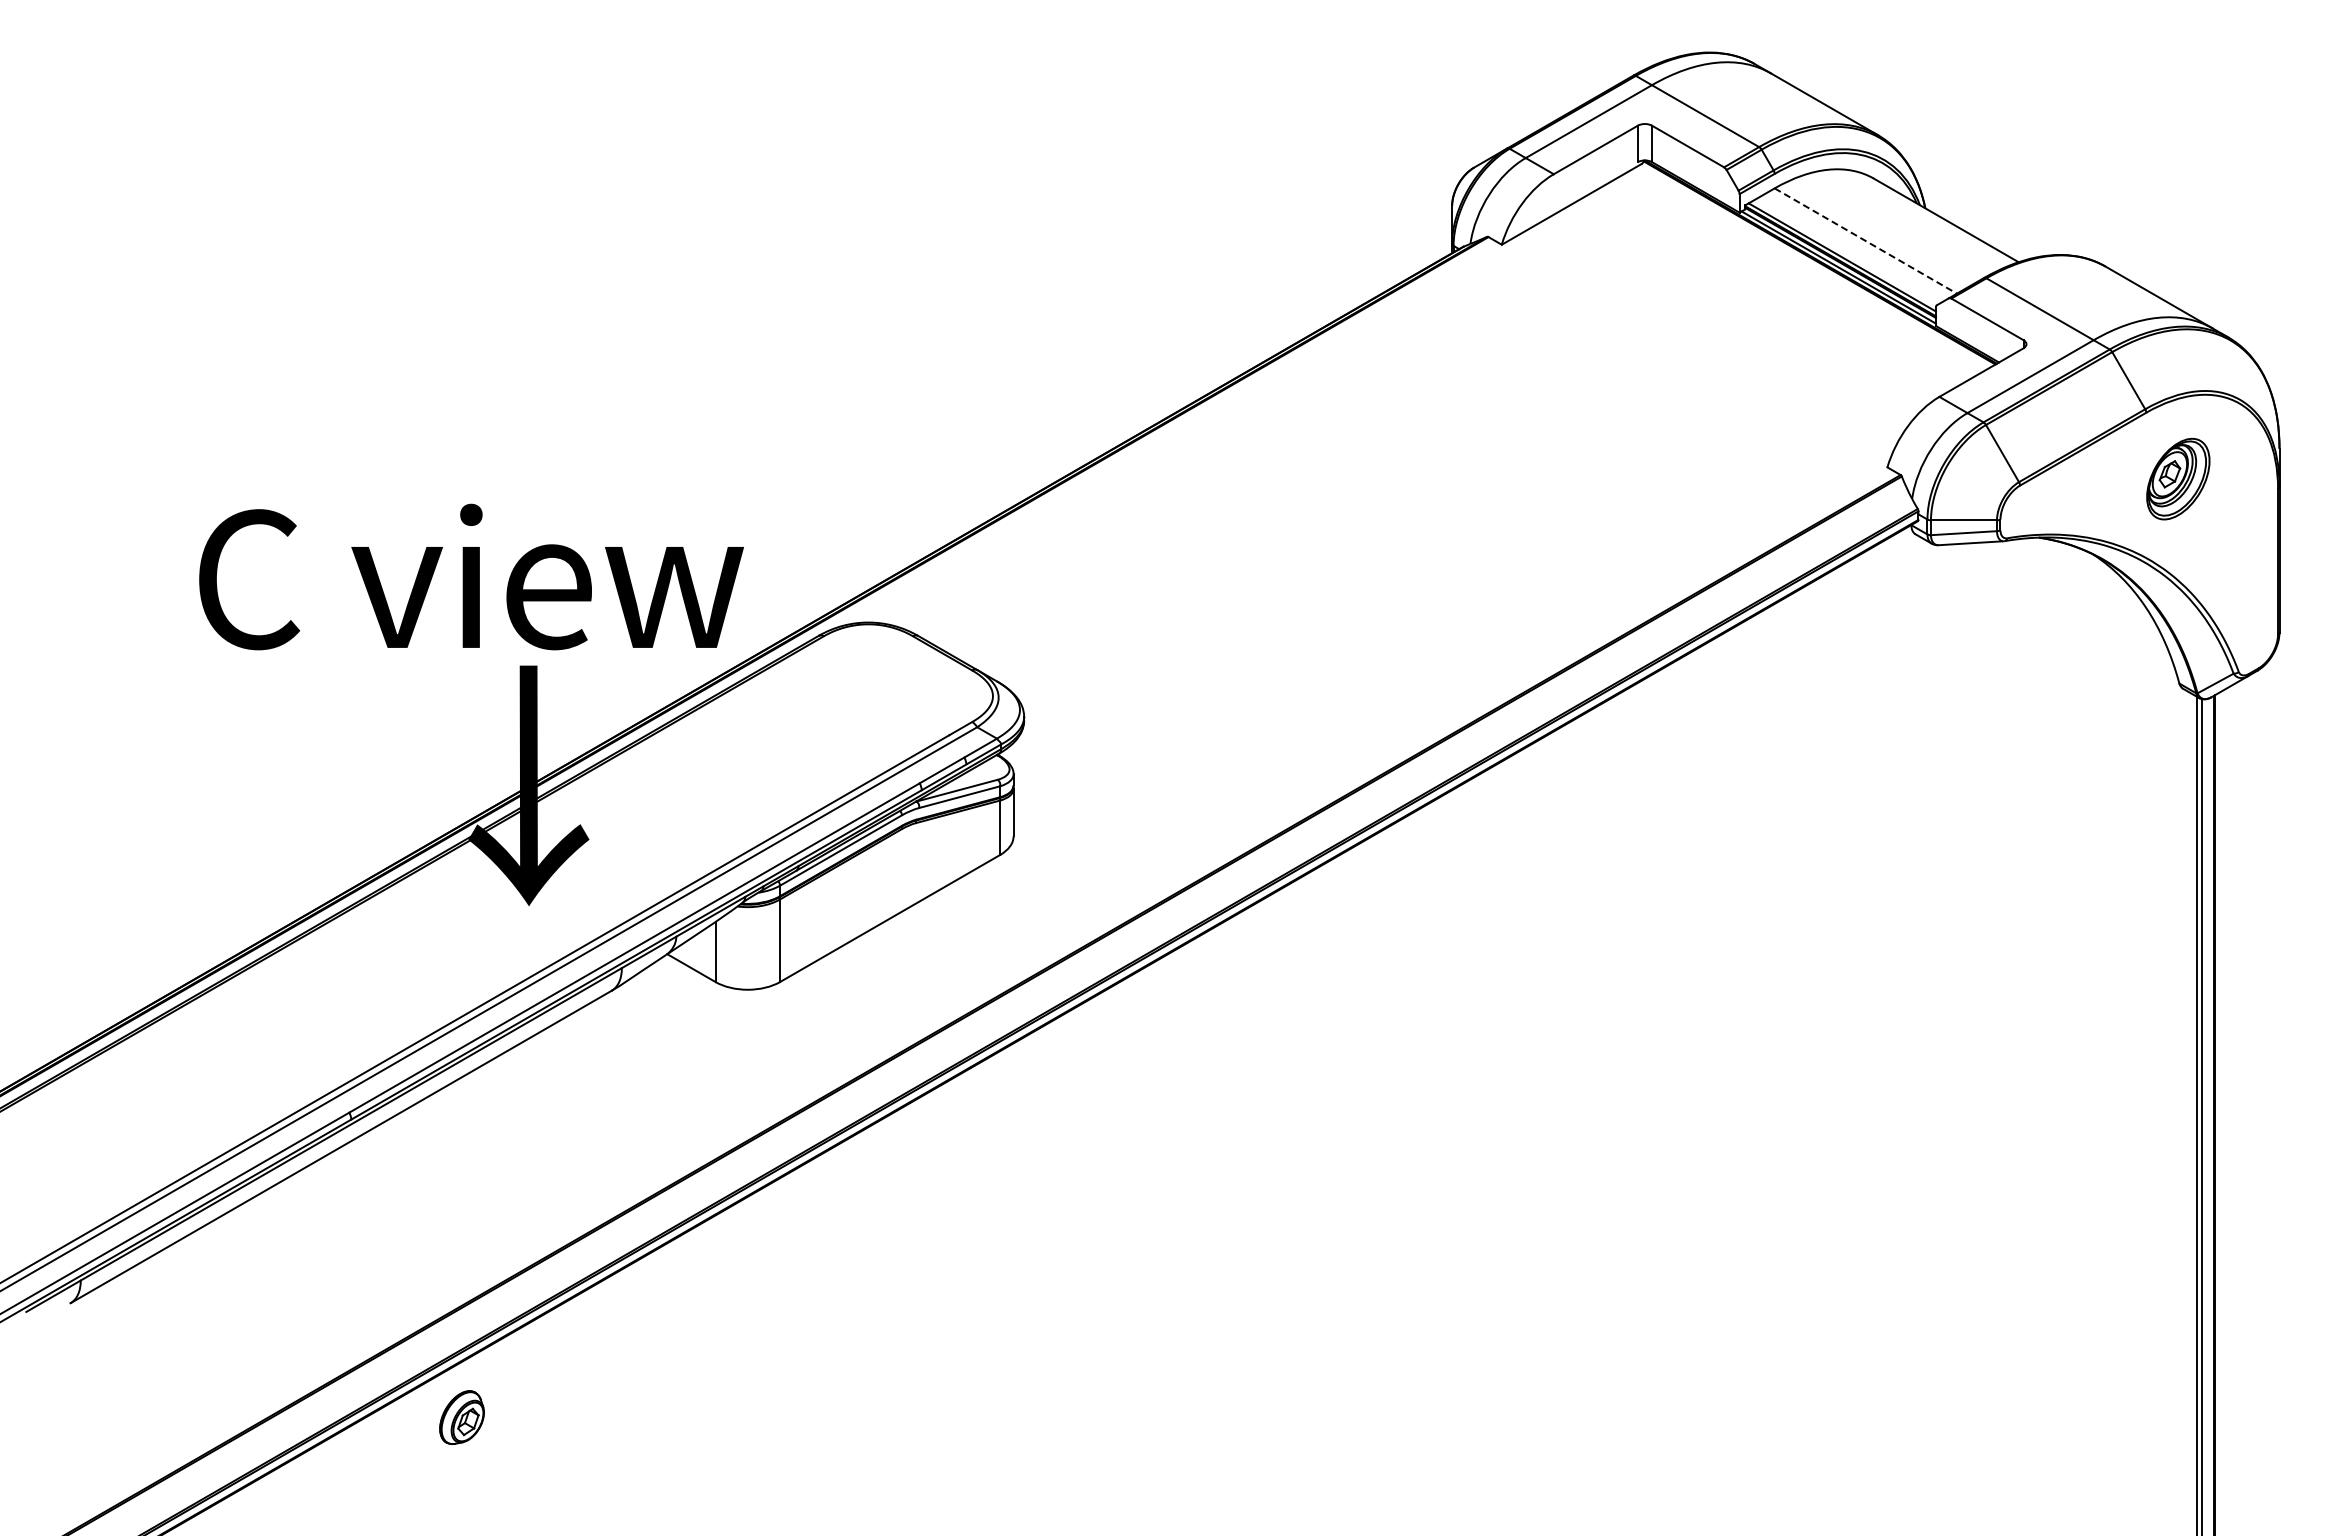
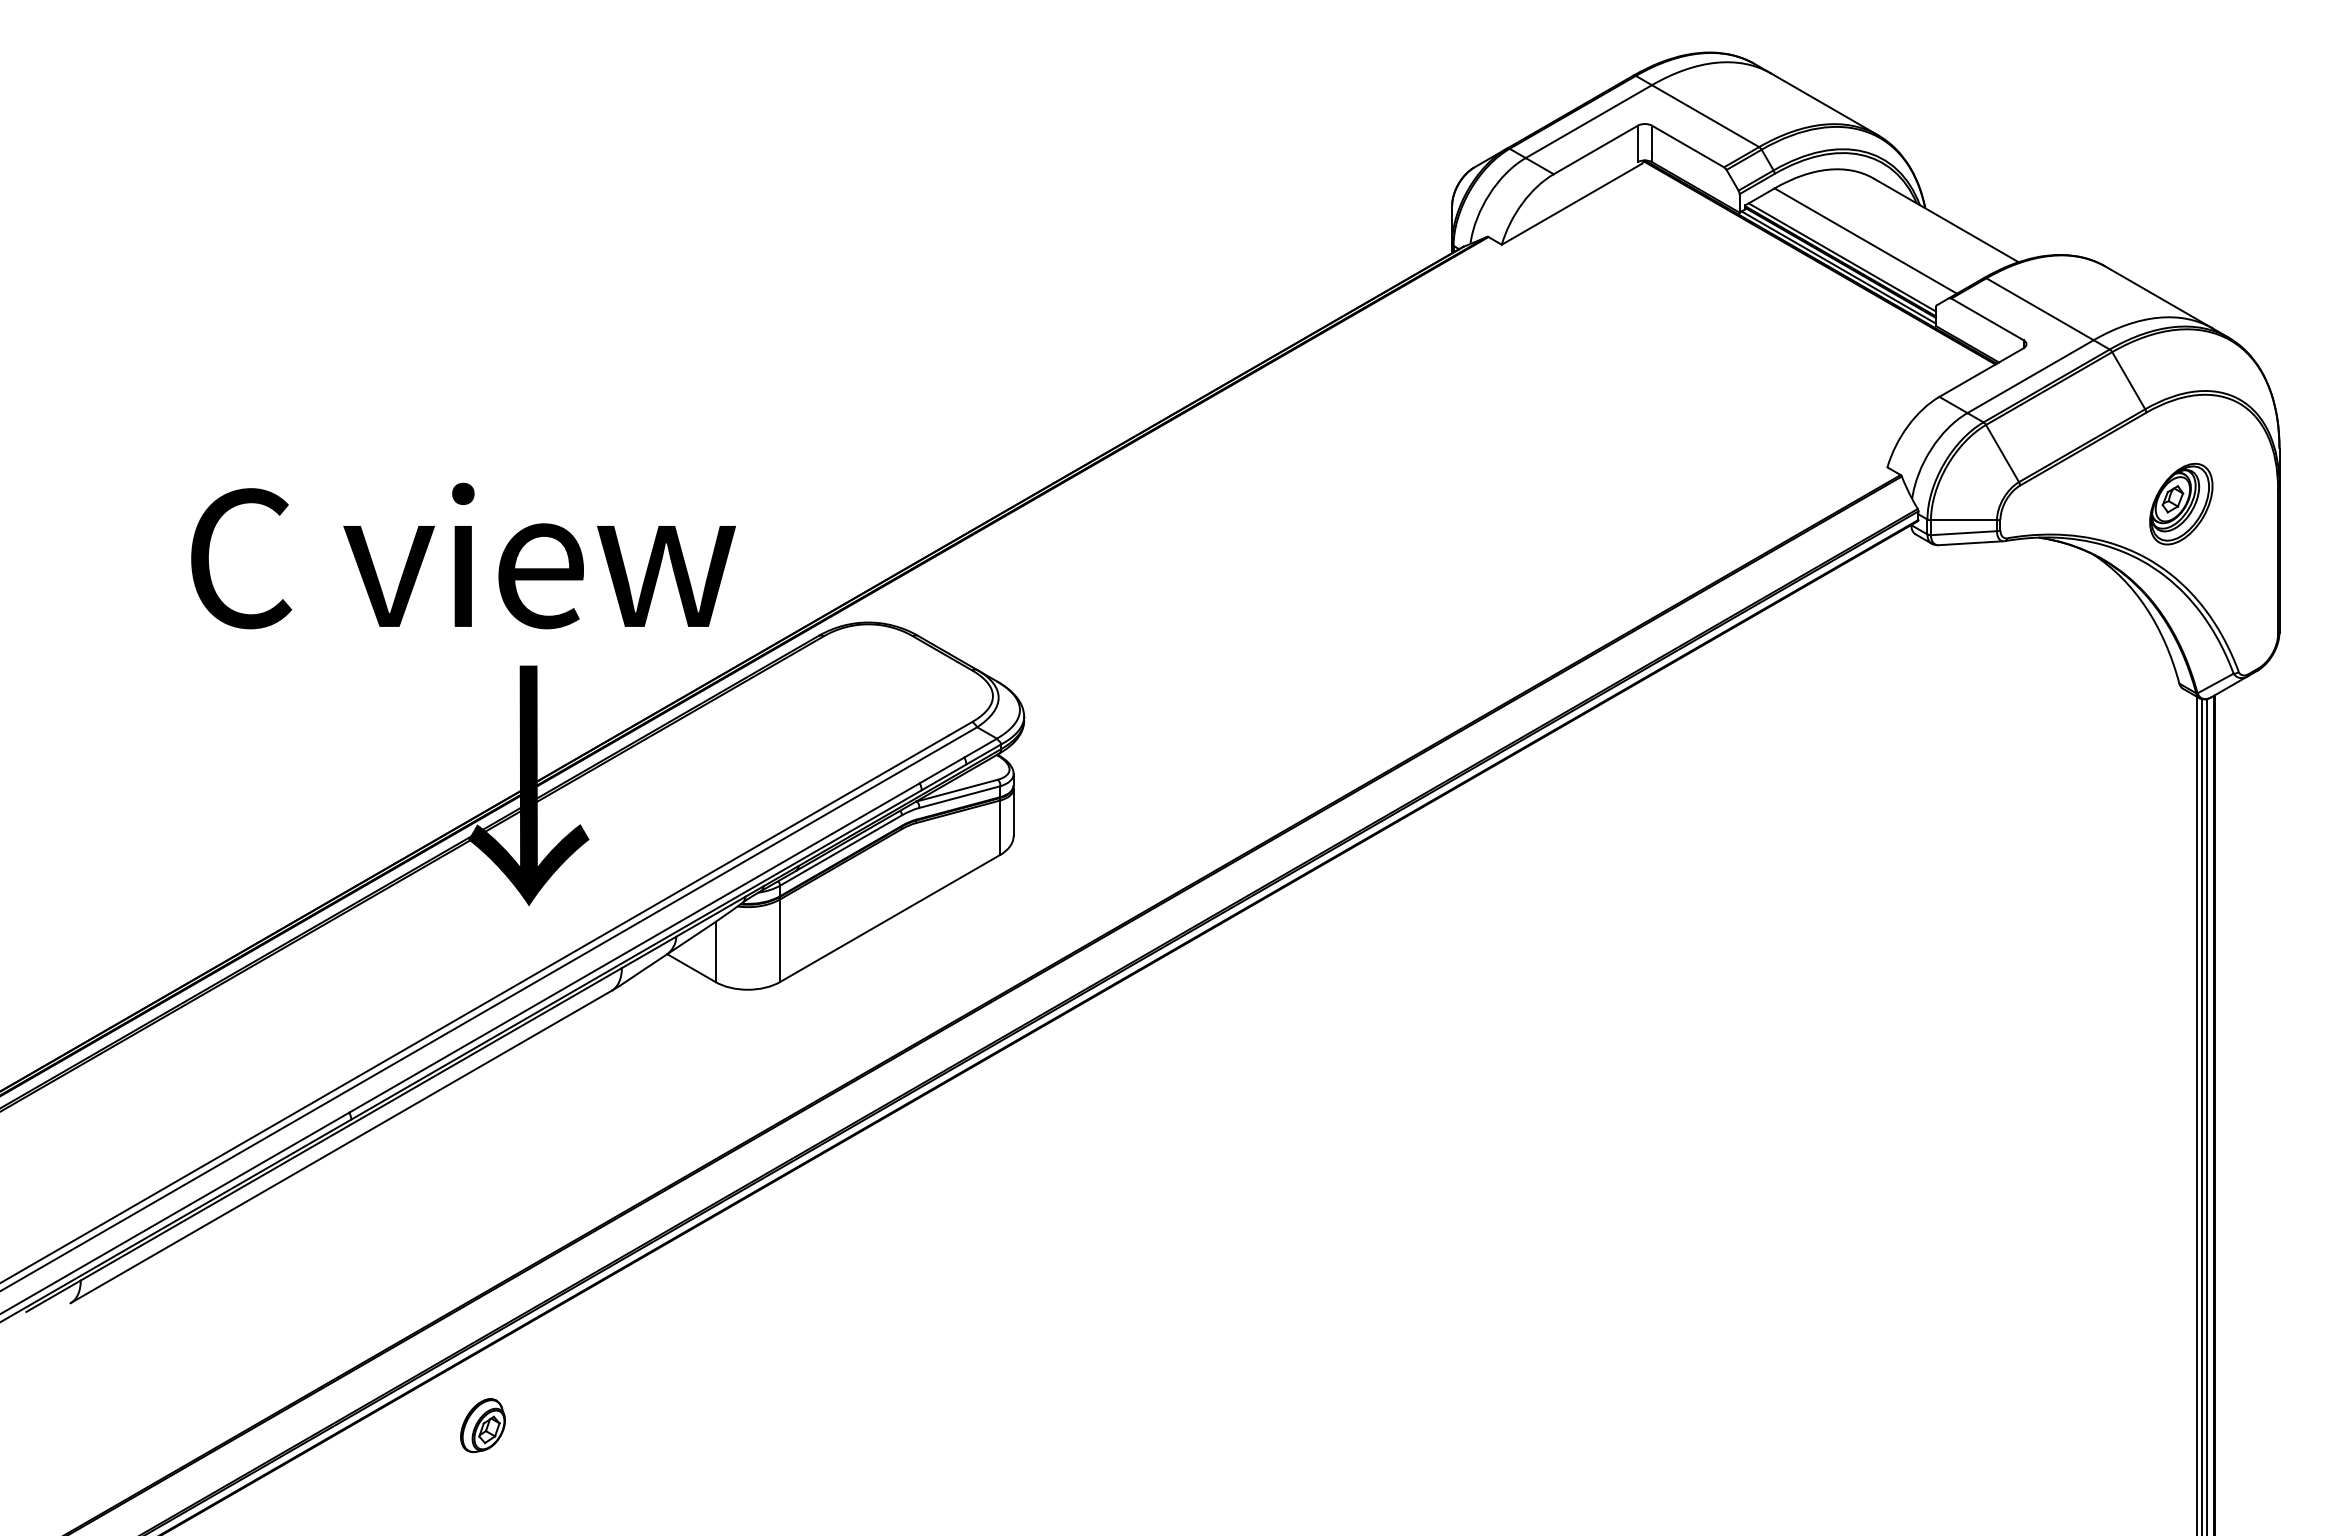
line at (1866, 241): dashed -> solid
part at (2178, 478) position: (2178, 478) -> (2181, 503)
text at (471, 576) position: (471, 576) -> (463, 555)
line at (2206, 1115): none -> present
part at (461, 1417) position: (461, 1417) -> (482, 1425)
